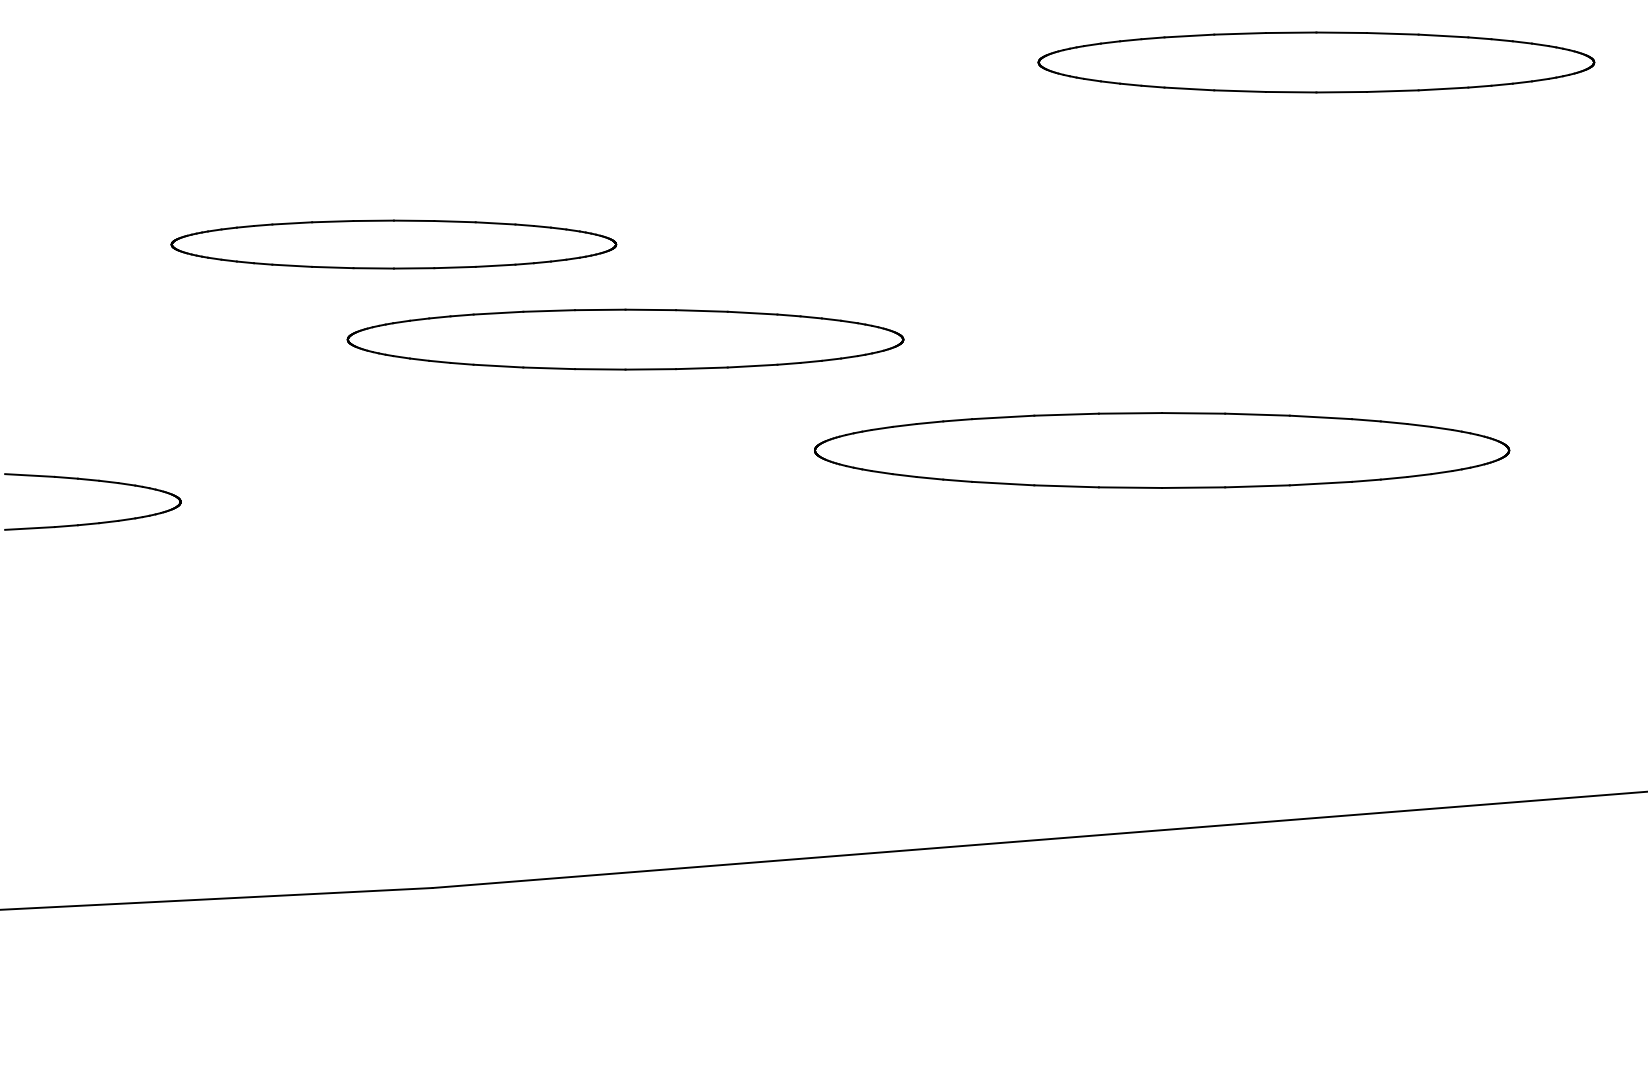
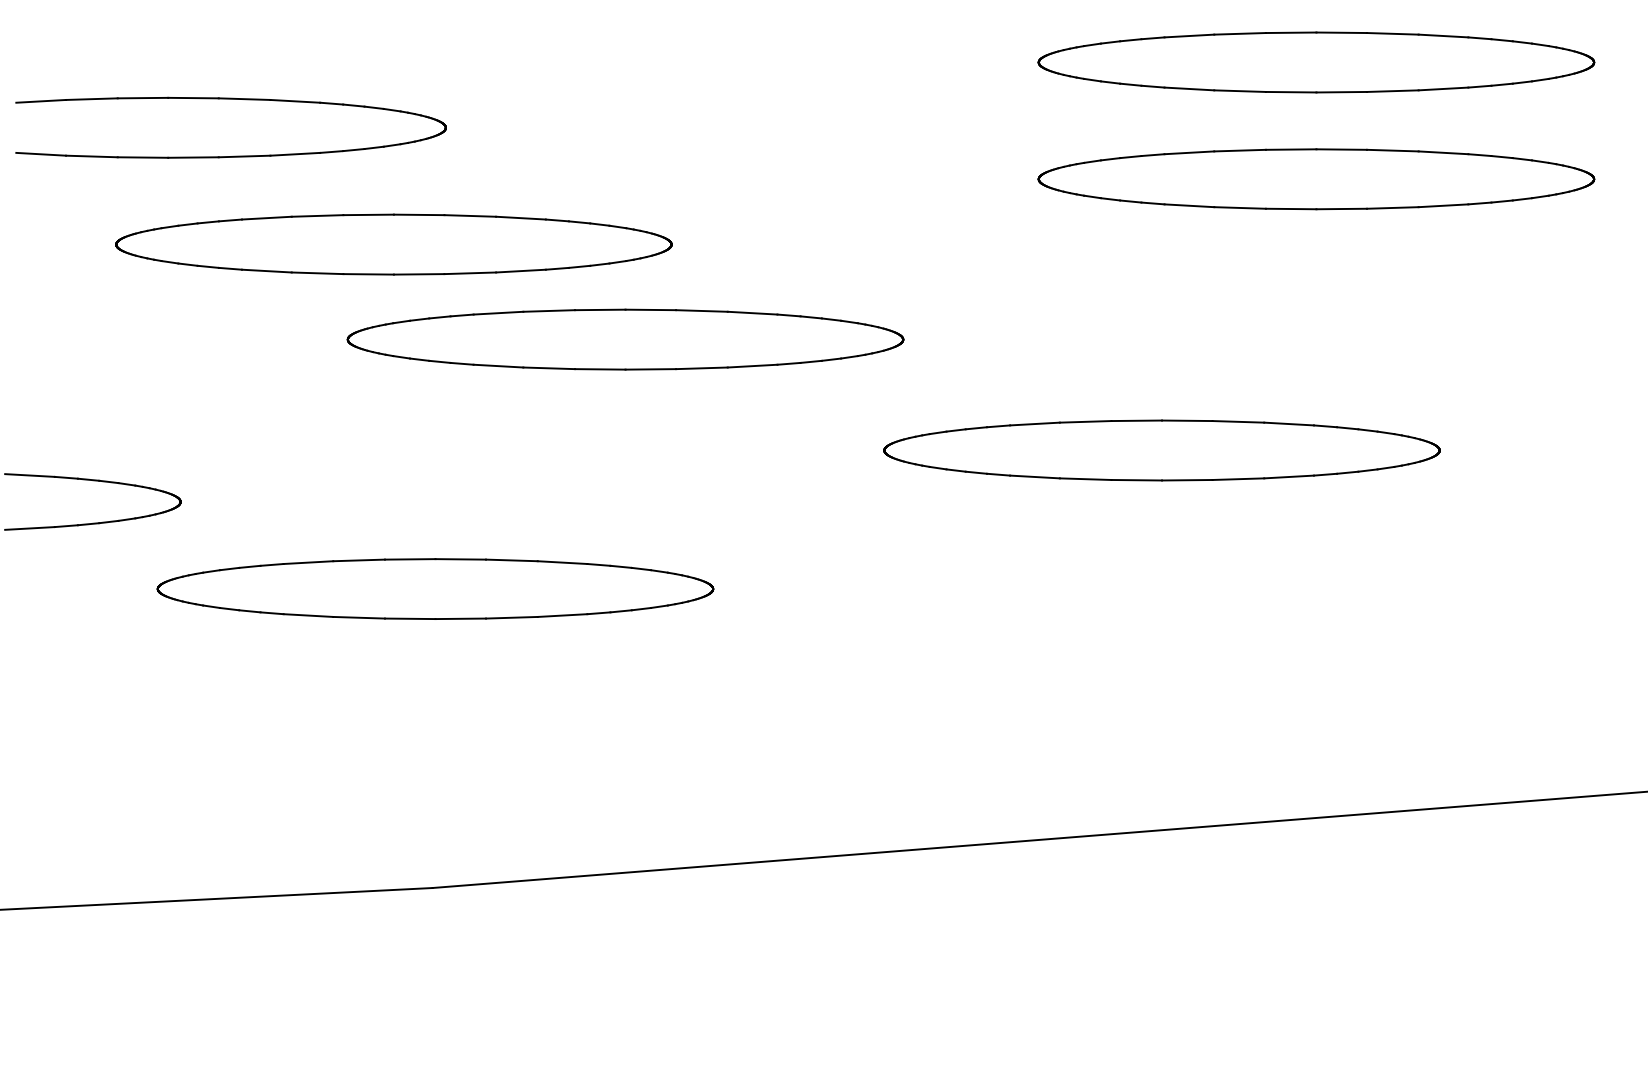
part at (230, 99): none -> present
part at (1316, 179): none -> present
part at (393, 244) size: 448x51 px -> 558x63 px
part at (1162, 450) size: 697x77 px -> 558x63 px
part at (435, 588): none -> present
